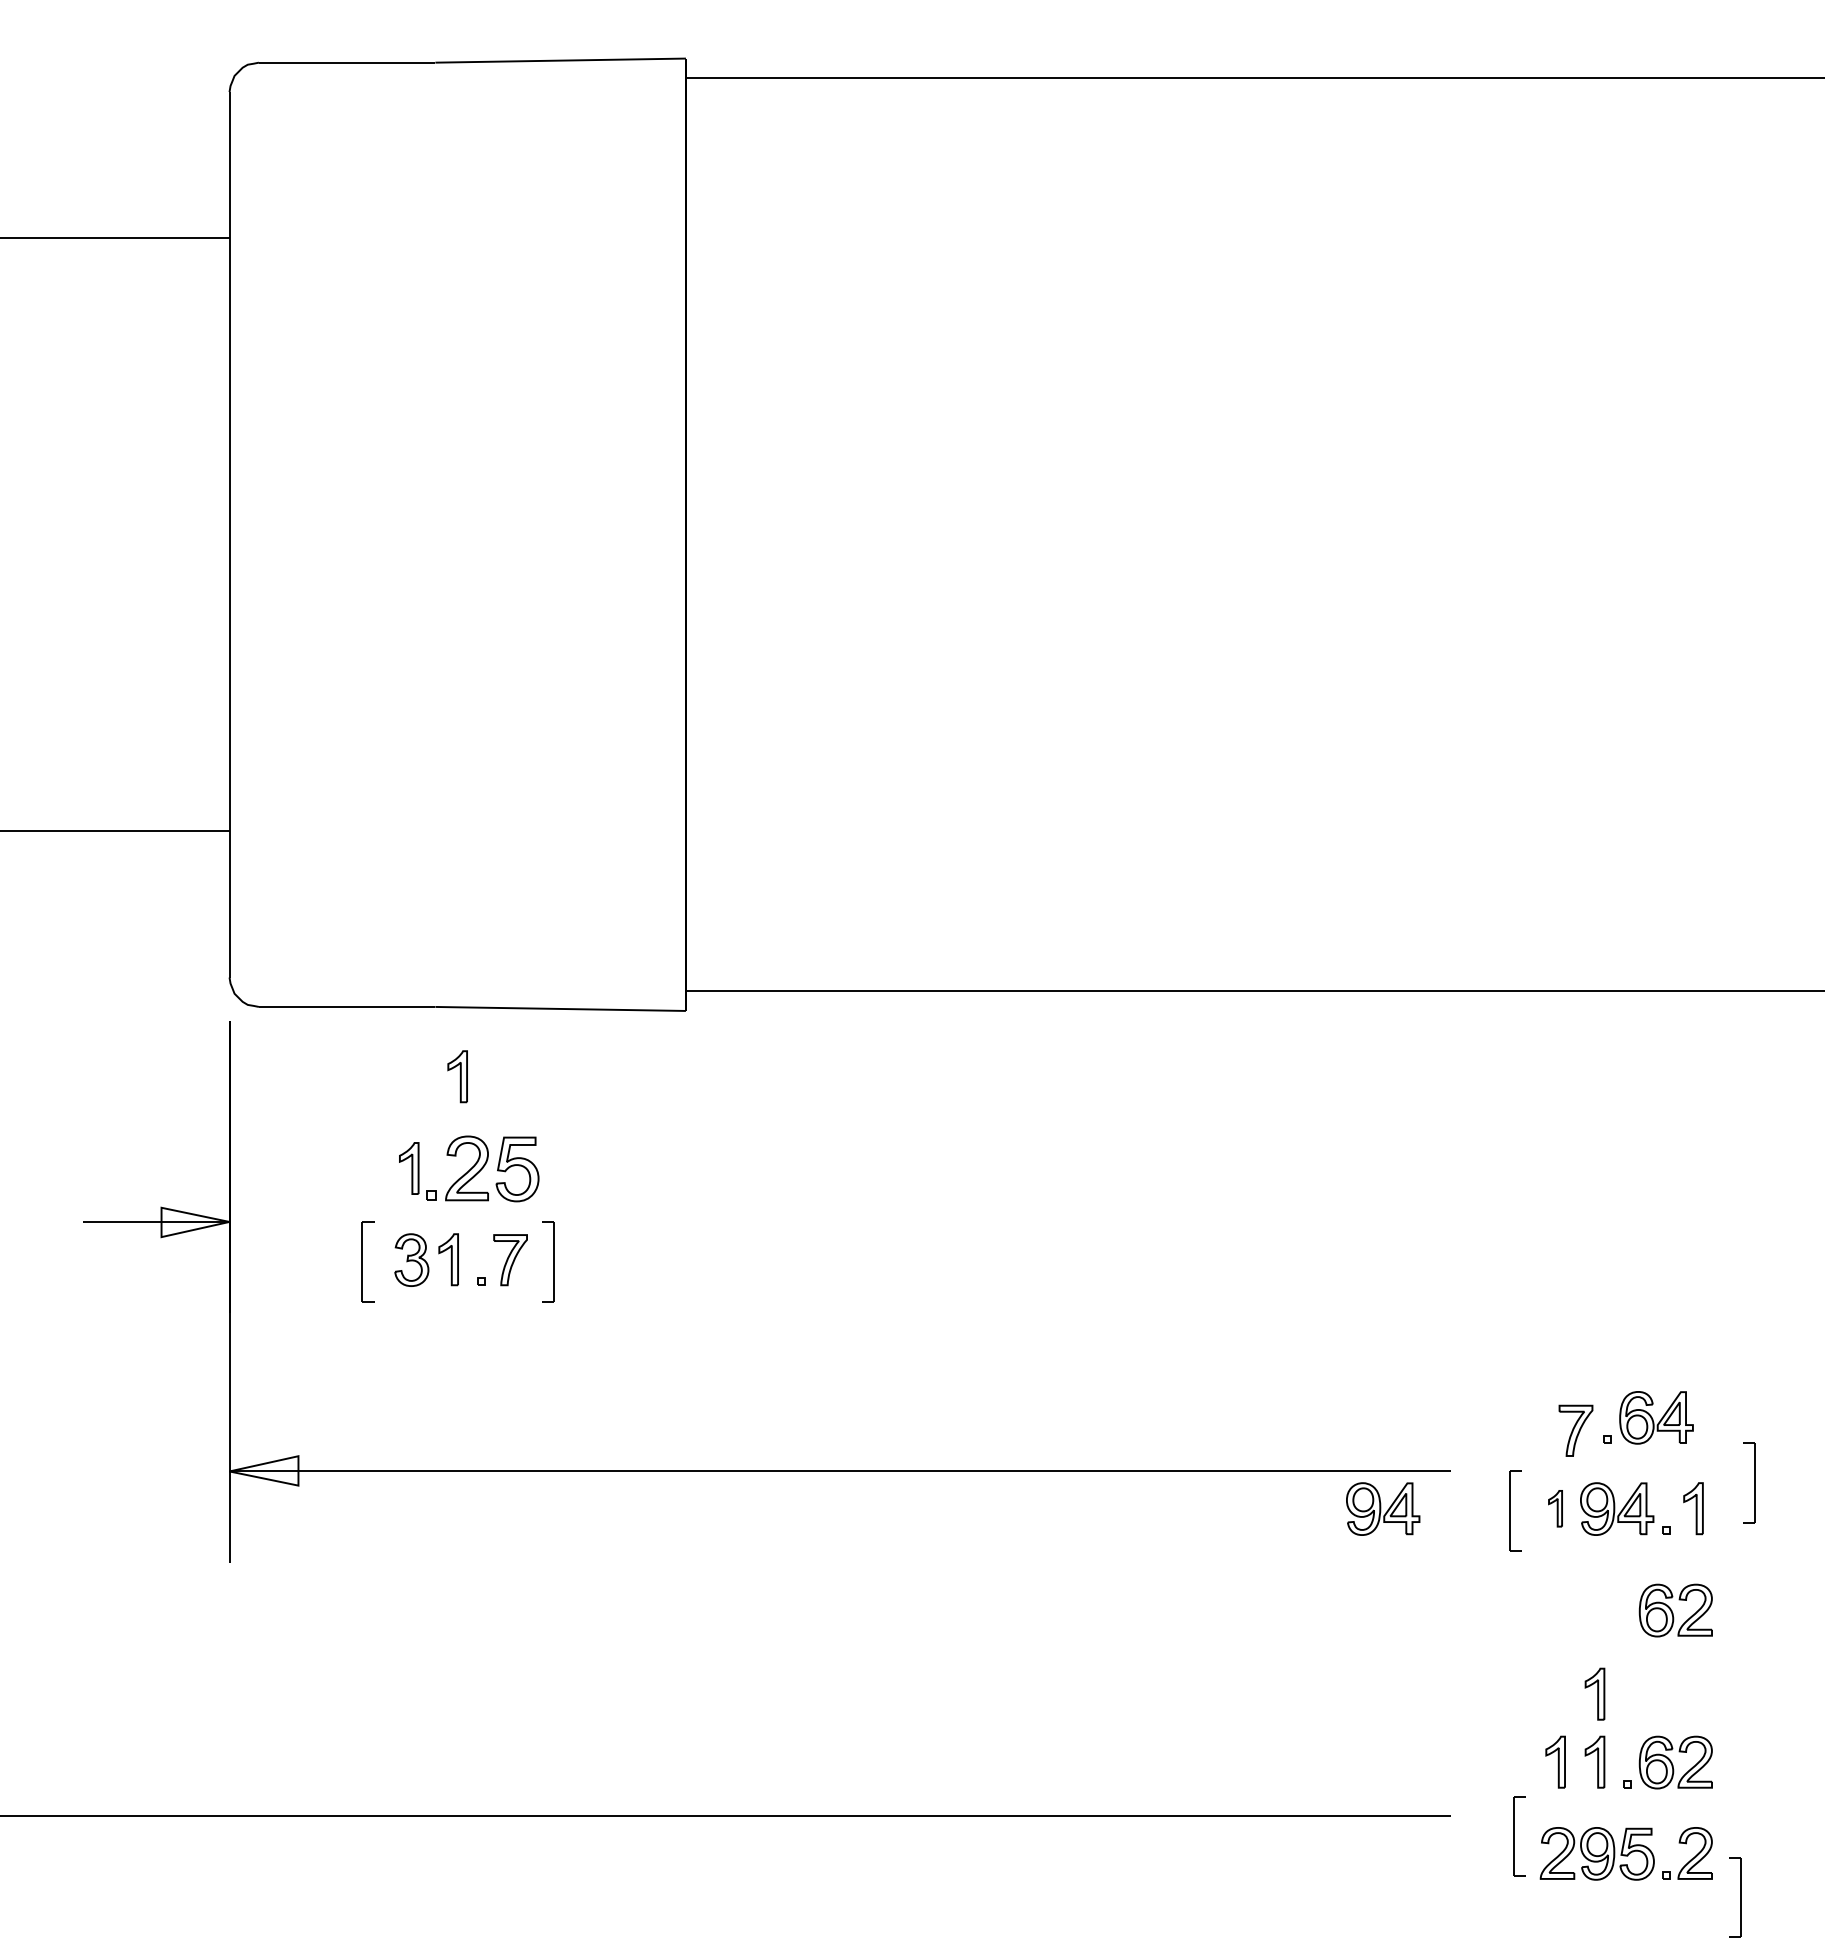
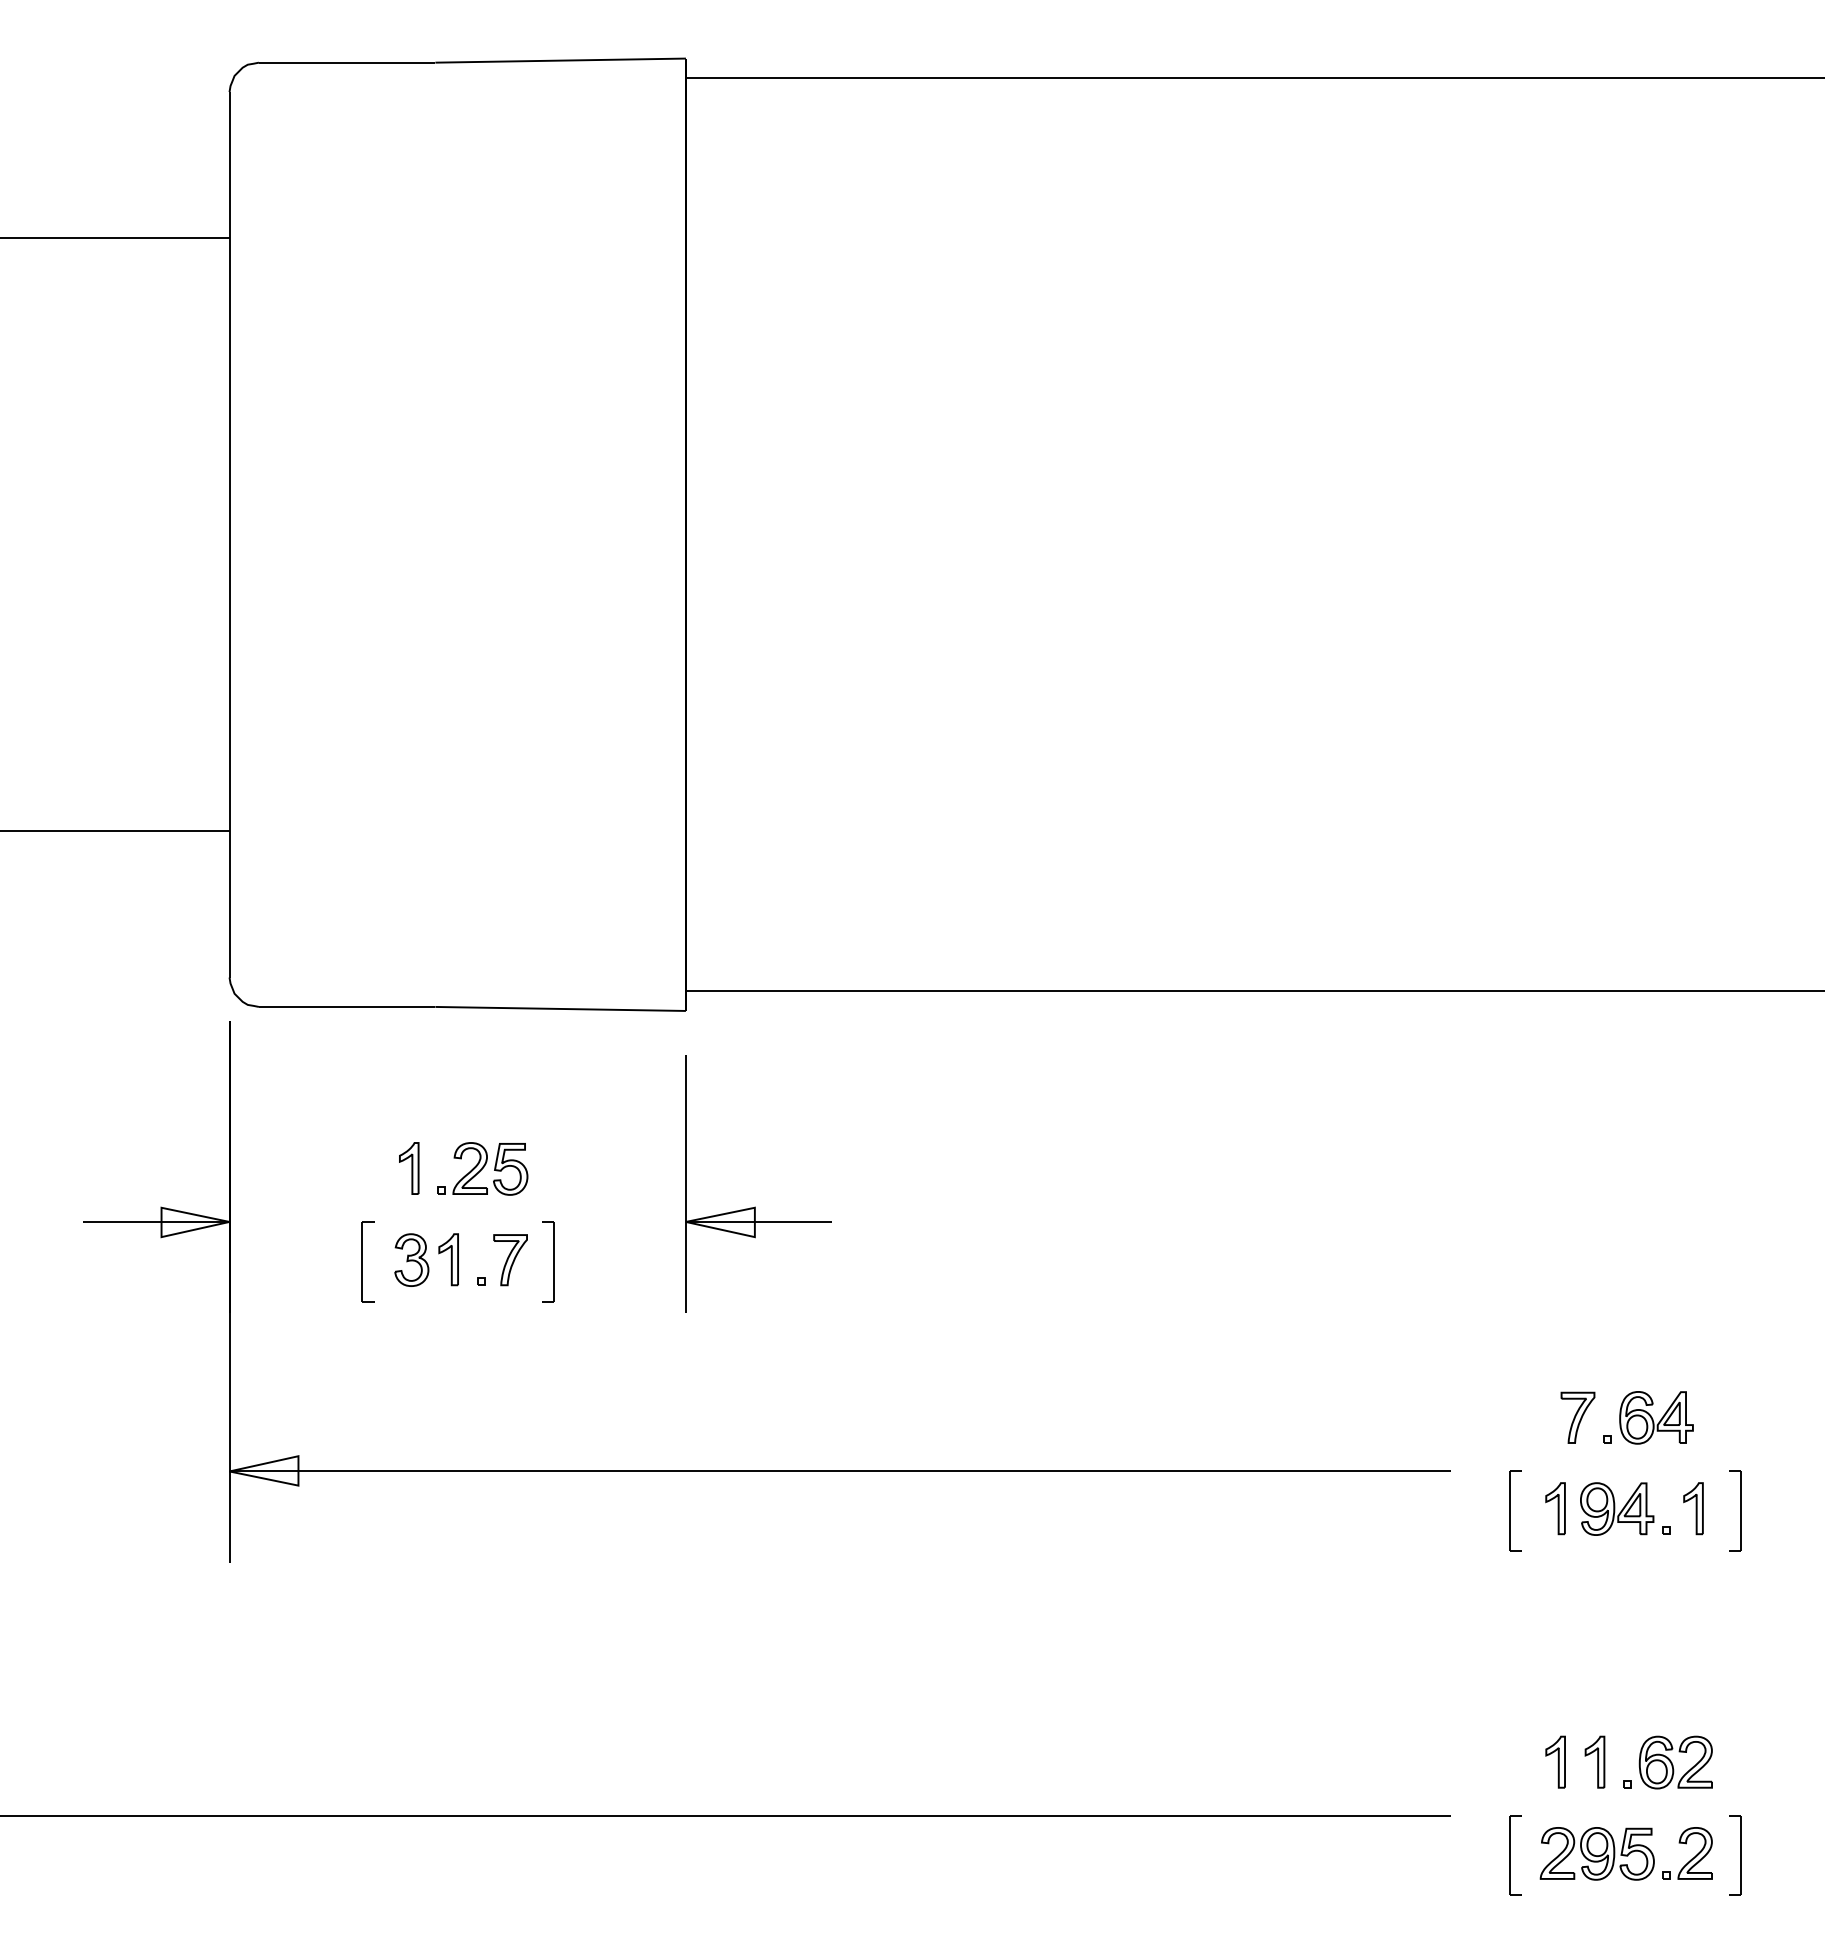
part at (457, 1076): present -> none
part at (482, 1168) size: 114x68 px -> 92x54 px
part at (755, 1206): none -> present
part at (1575, 1430) position: (1575, 1430) -> (1577, 1417)
part at (1749, 1482) position: (1749, 1482) -> (1735, 1510)
part at (1383, 1508): present -> none
part at (1555, 1508) size: 15x38 px -> 21x54 px
part at (1675, 1610): present -> none
part at (1594, 1693): present -> none
part at (1519, 1836) position: (1519, 1836) -> (1515, 1855)
part at (1735, 1897) position: (1735, 1897) -> (1735, 1855)
